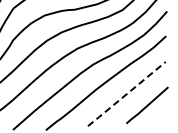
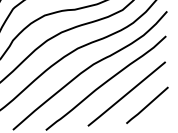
line at (126, 94): dashed -> solid
